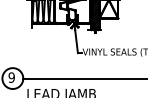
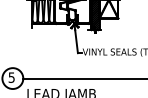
text at (11, 77): 9 -> 5
